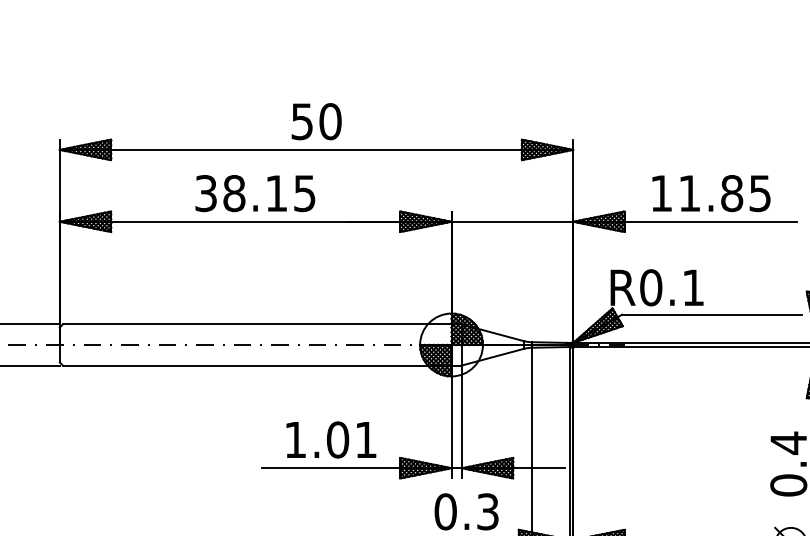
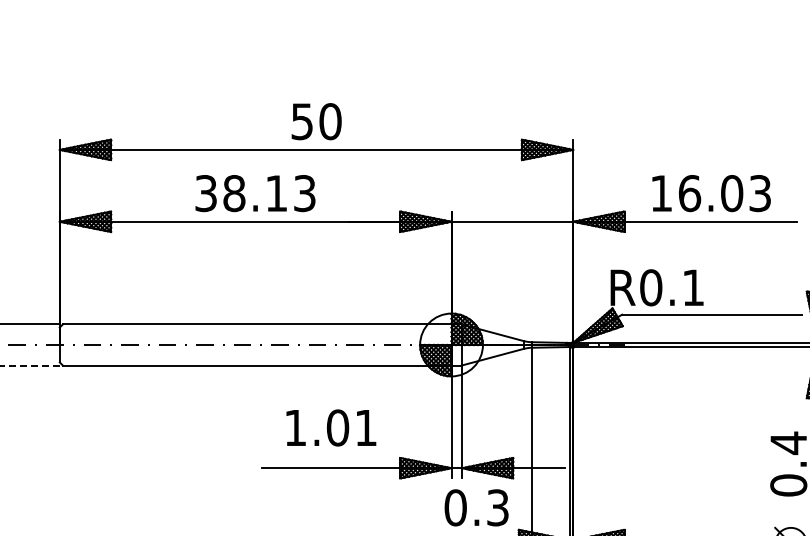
text at (304, 193): 38.15 -> 38.13
text at (724, 193): 11.85 -> 16.03
line at (29, 365): solid -> dashed
text at (331, 439) position: (331, 439) -> (331, 427)
text at (466, 511) position: (466, 511) -> (476, 507)
